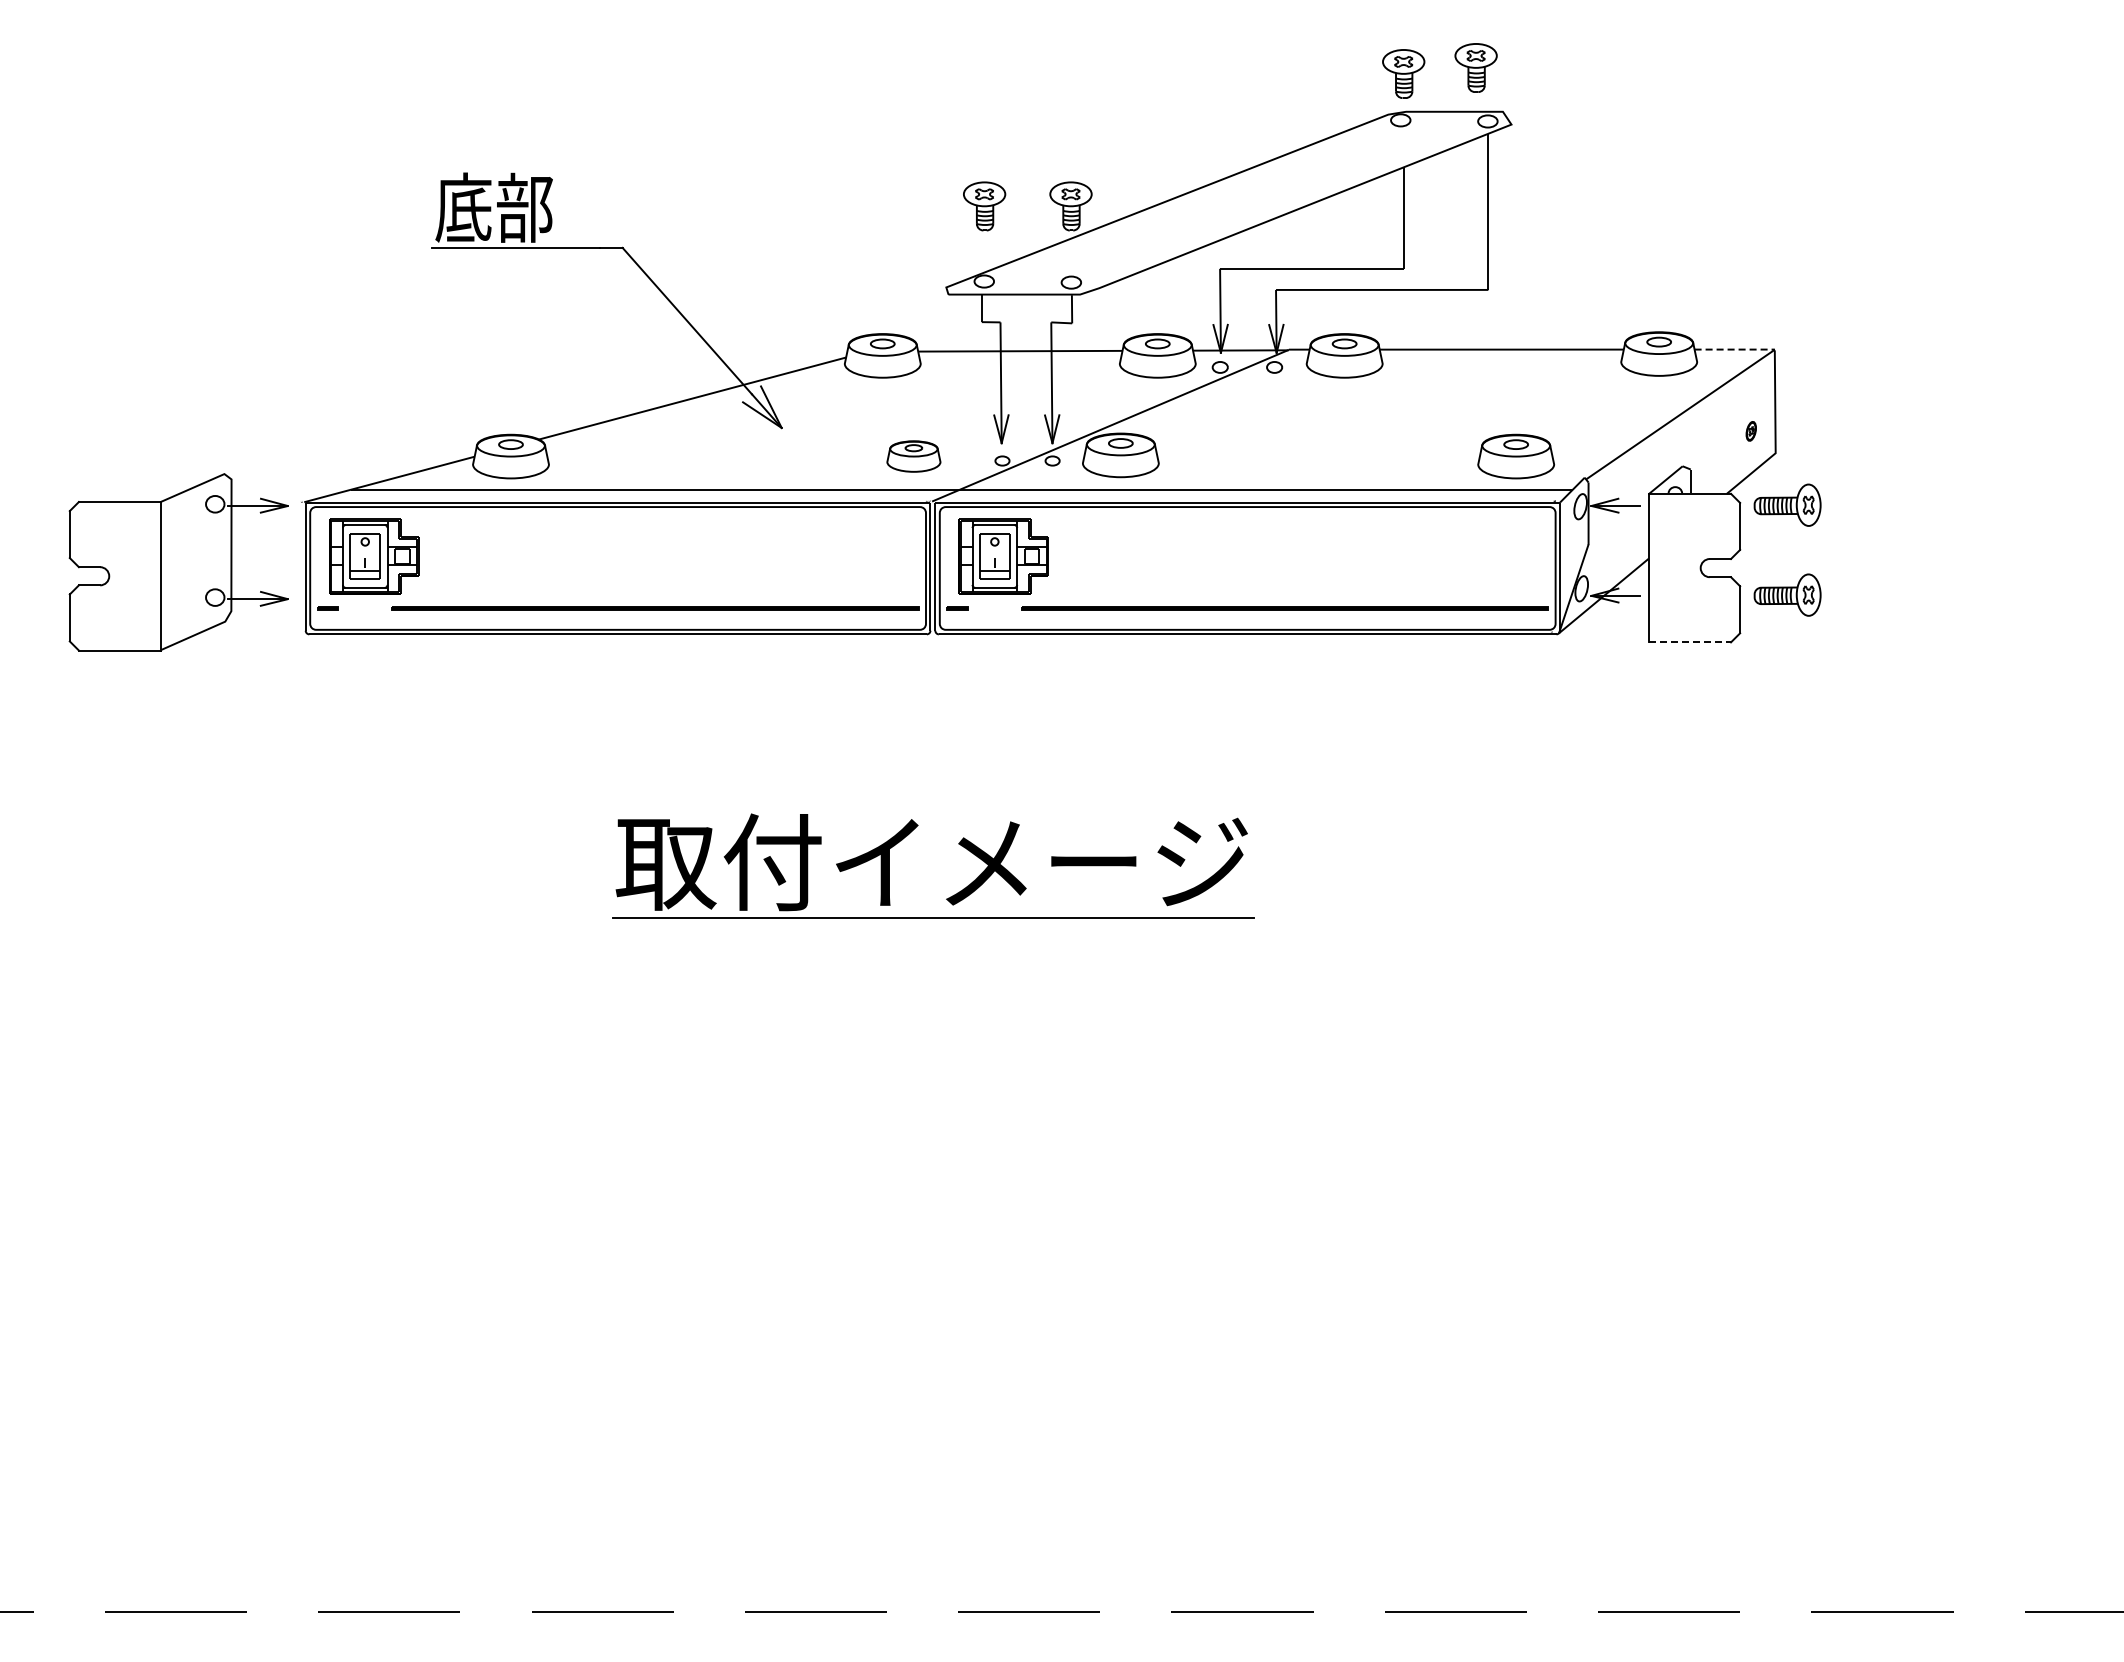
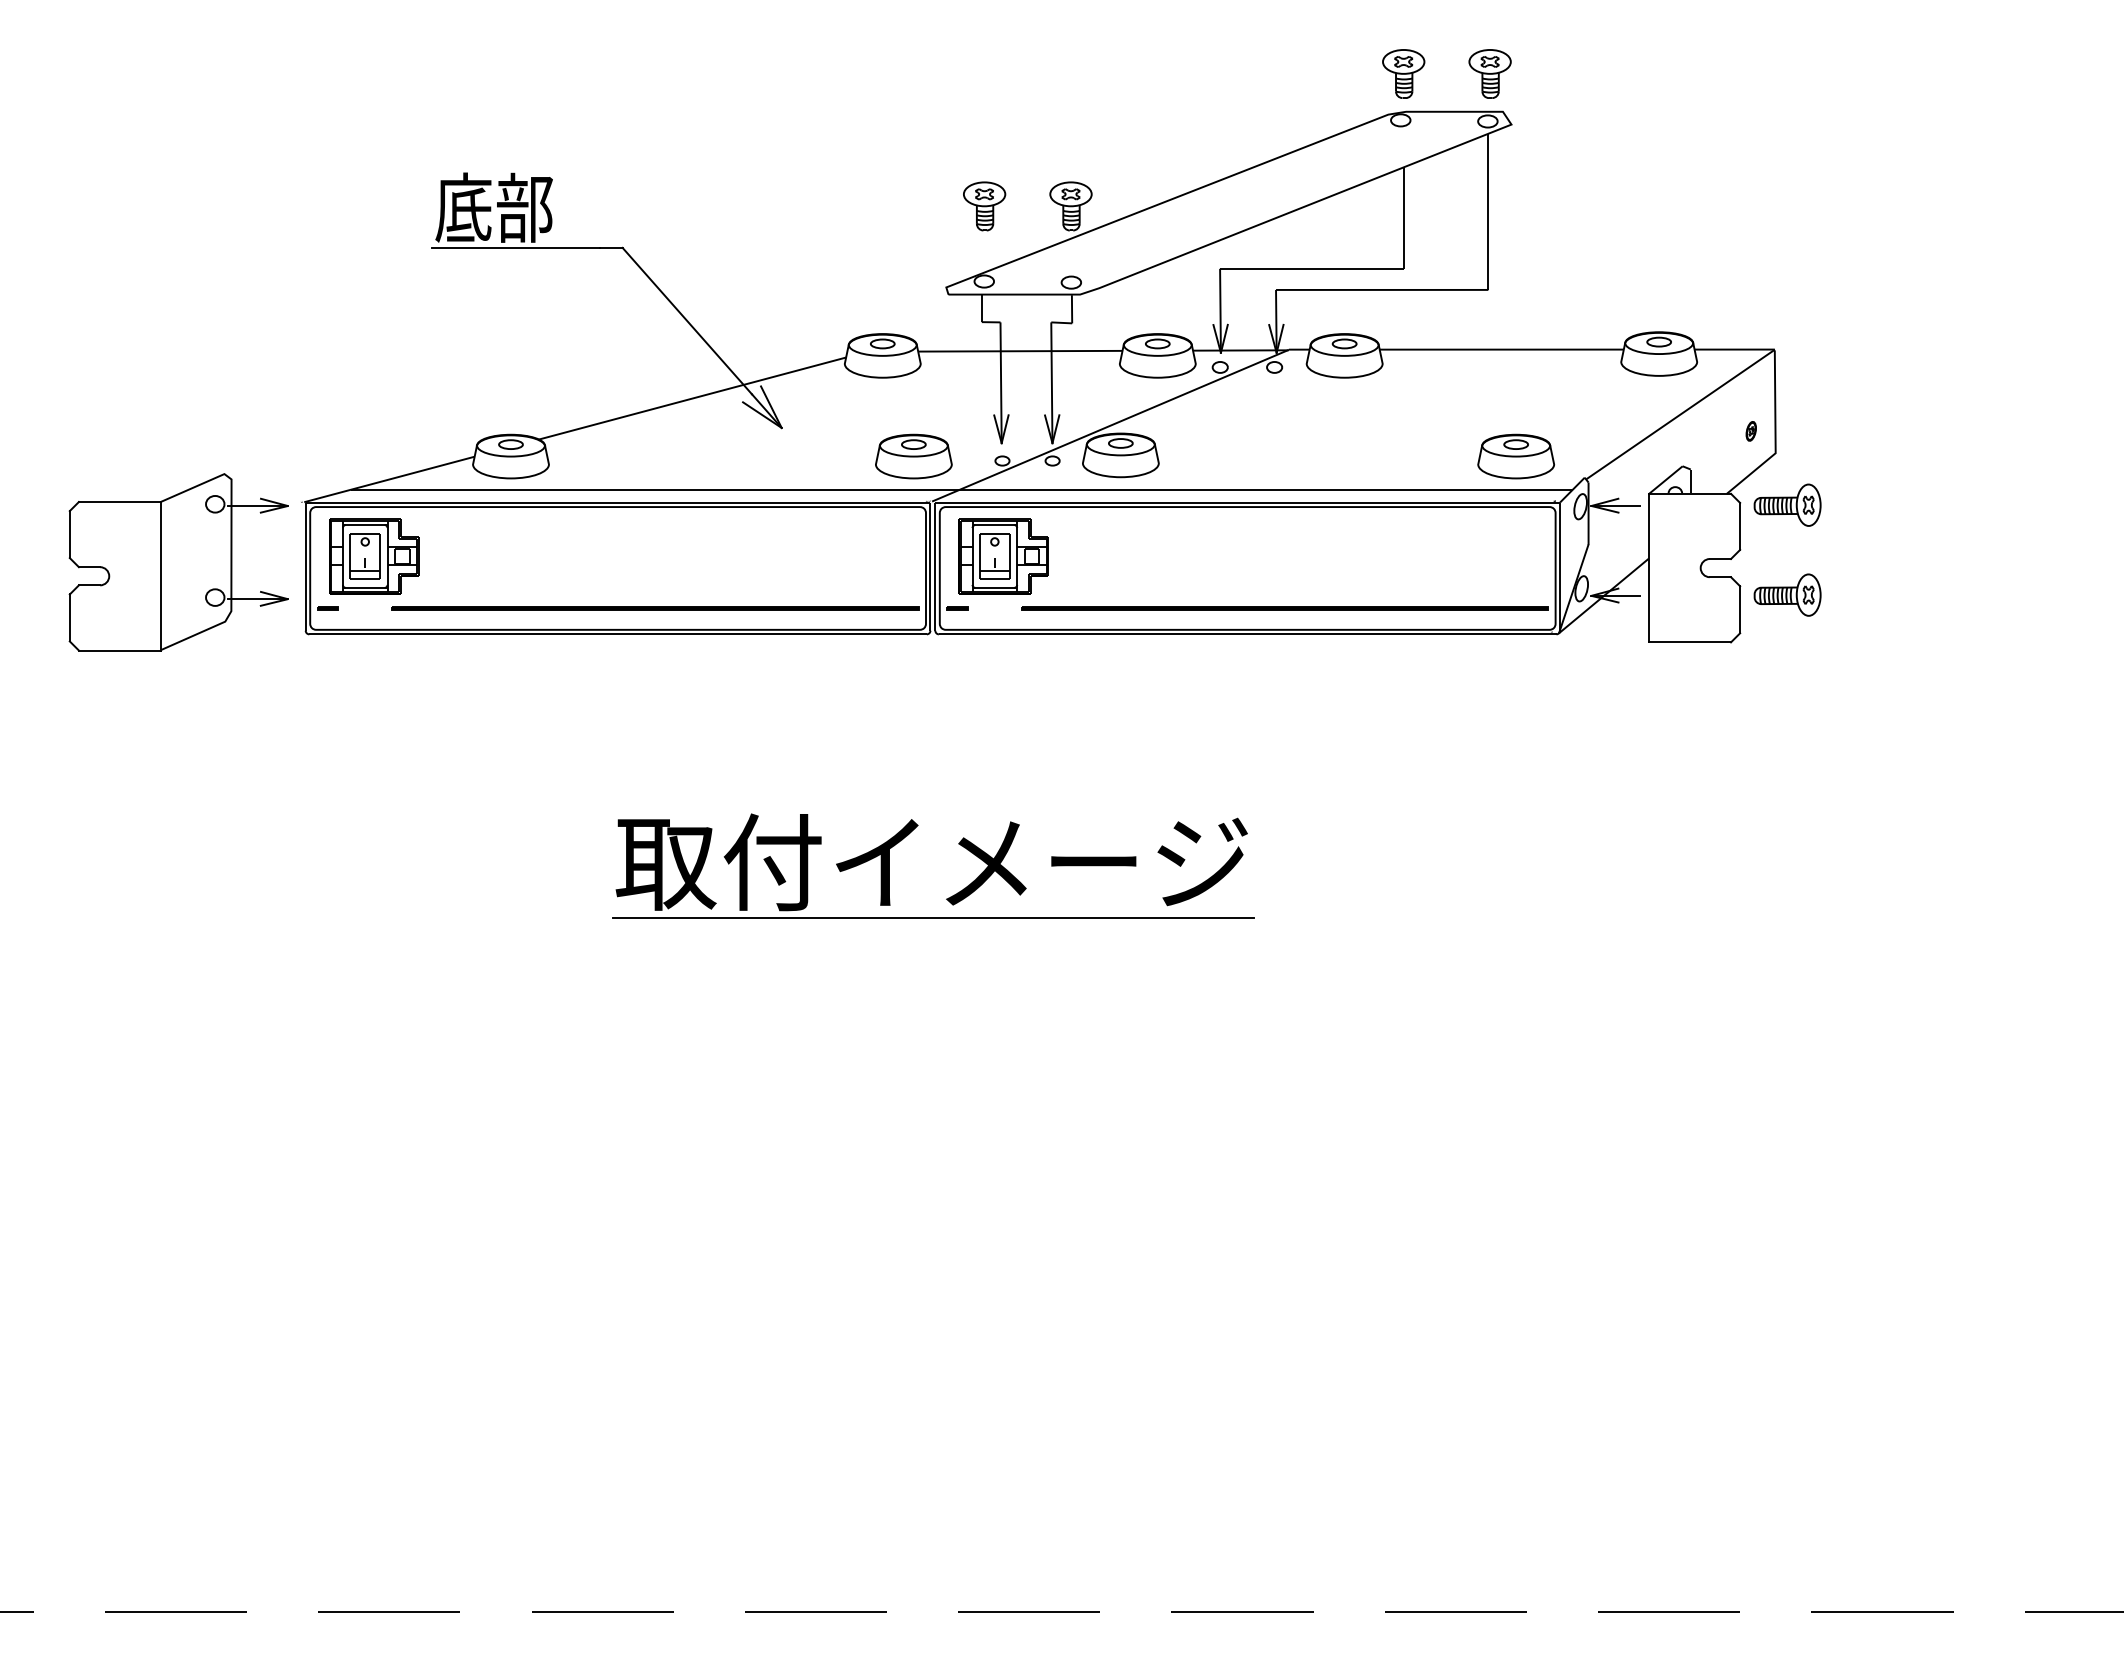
part at (1475, 67) position: (1475, 67) -> (1489, 73)
line at (1735, 349): dashed -> solid
part at (913, 456) size: 56x33 px -> 78x47 px
line at (1690, 642): dashed -> solid
